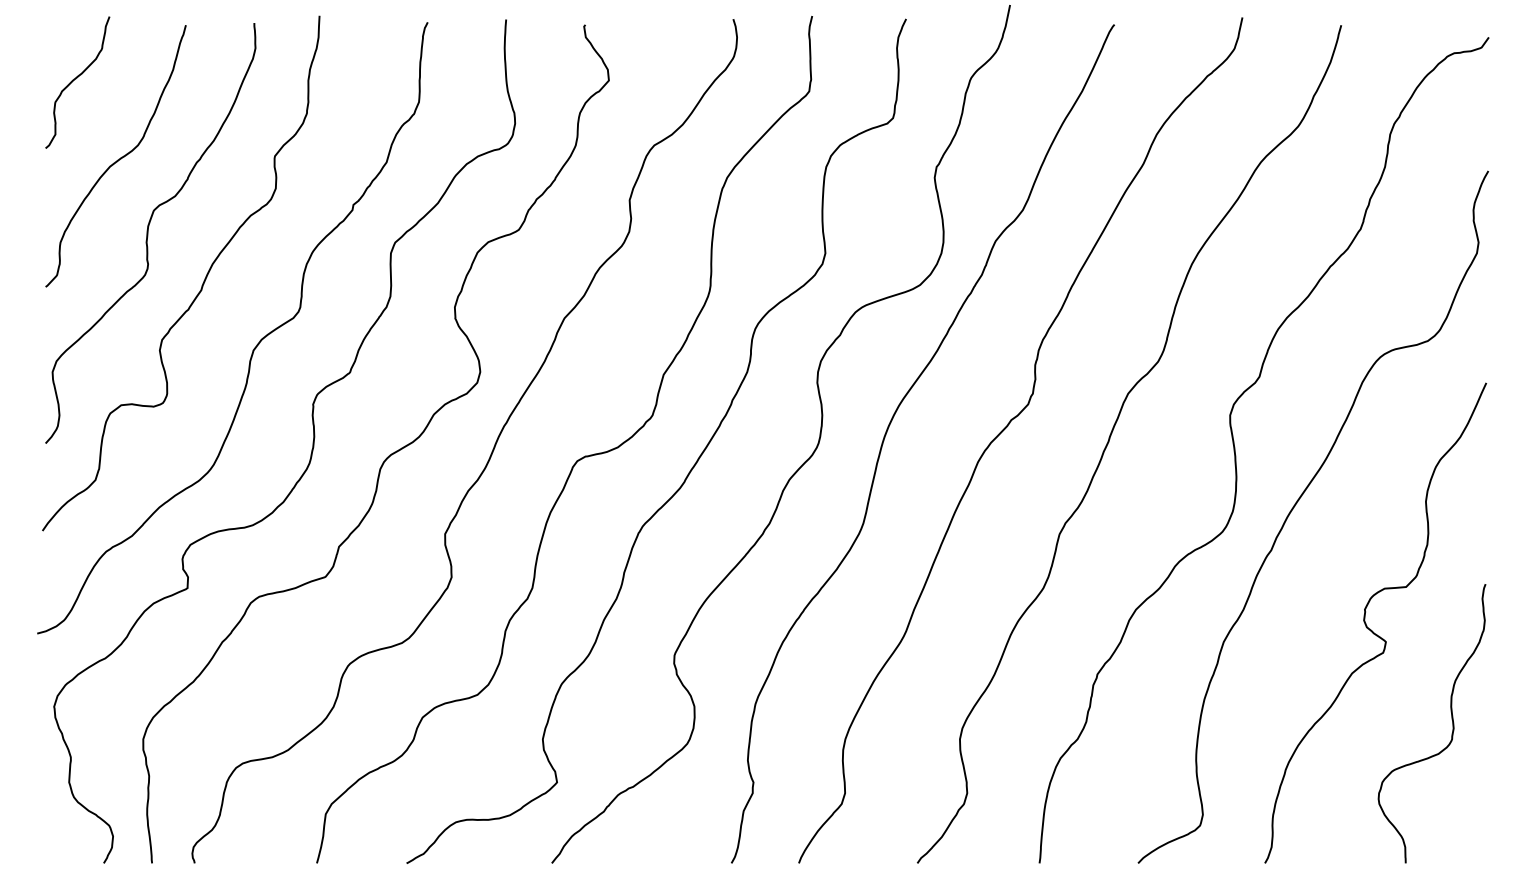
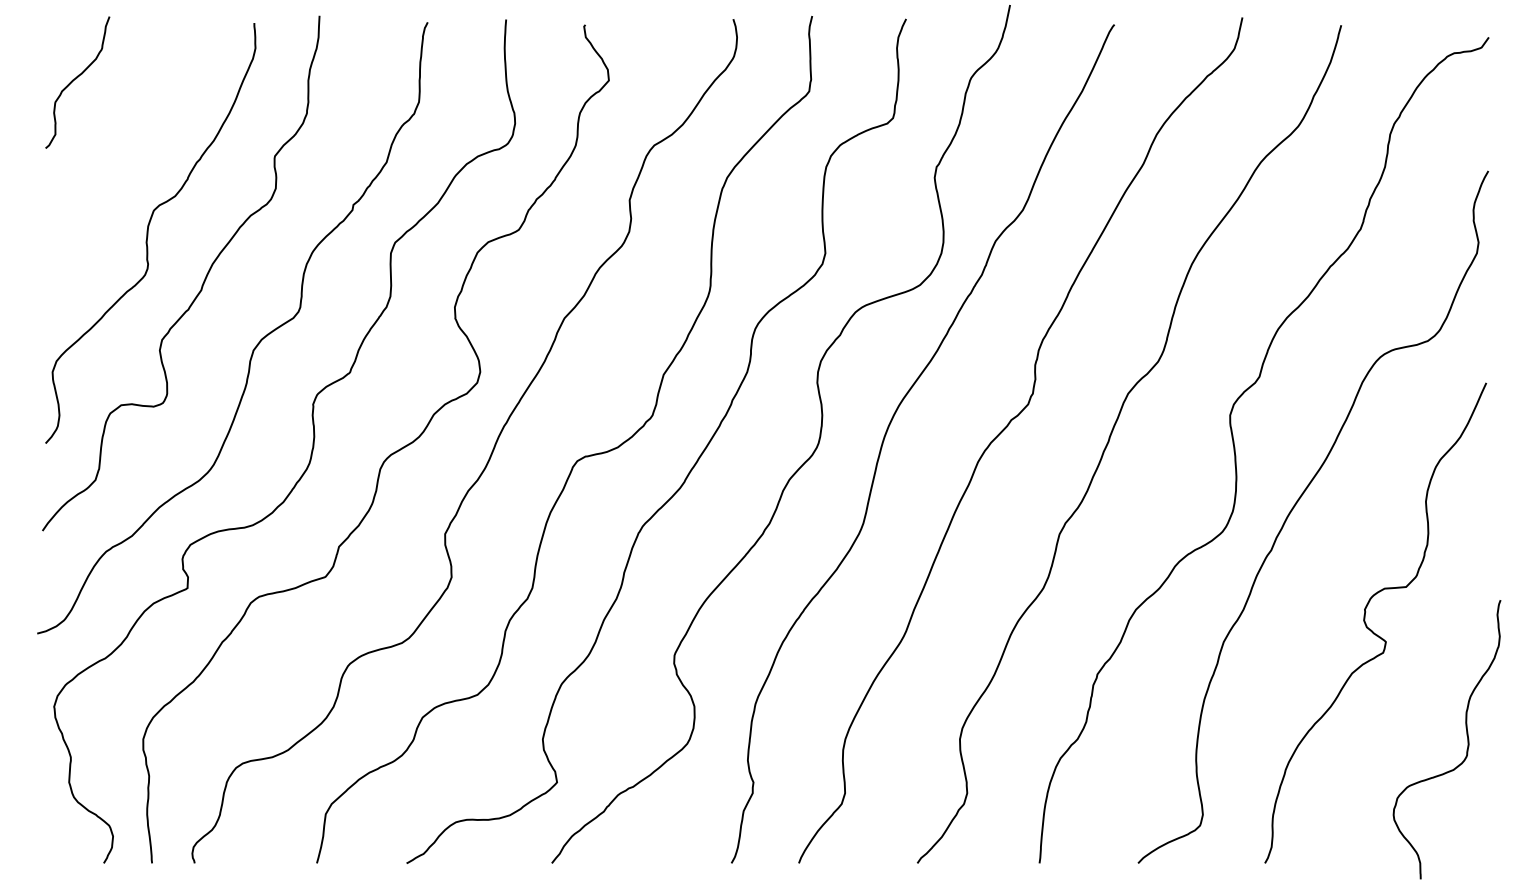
curve at (117, 159): present -> none
curve at (1451, 719) position: (1451, 719) -> (1466, 735)
